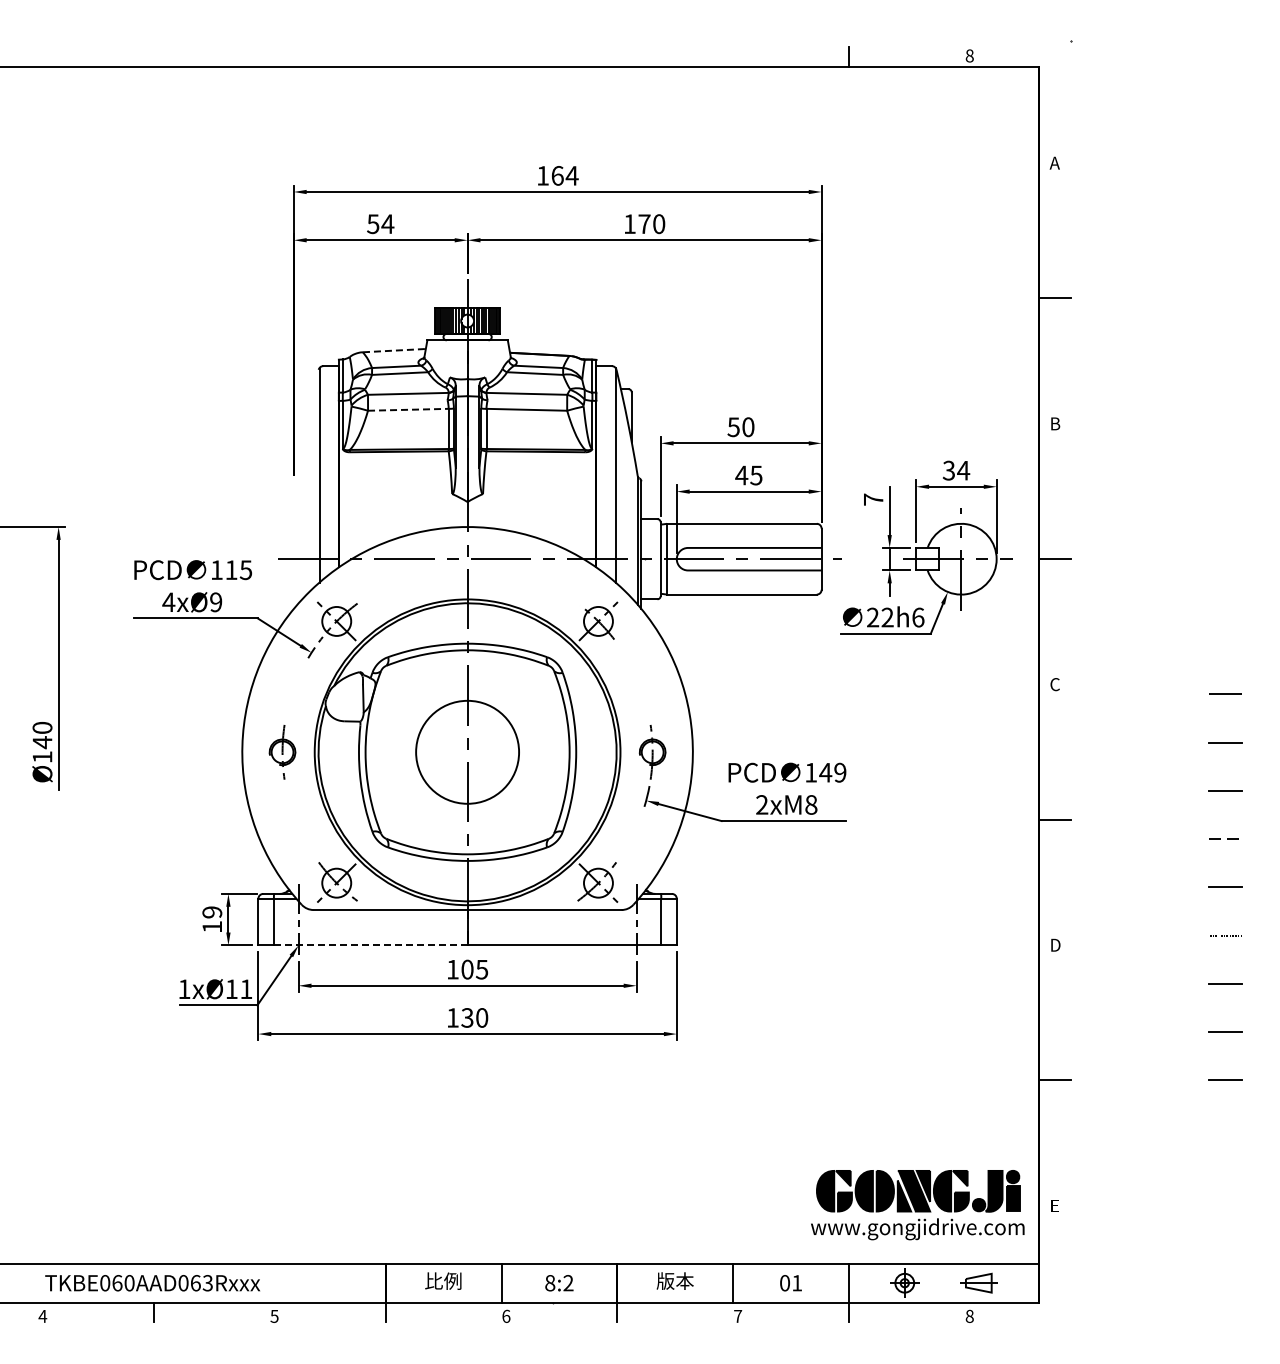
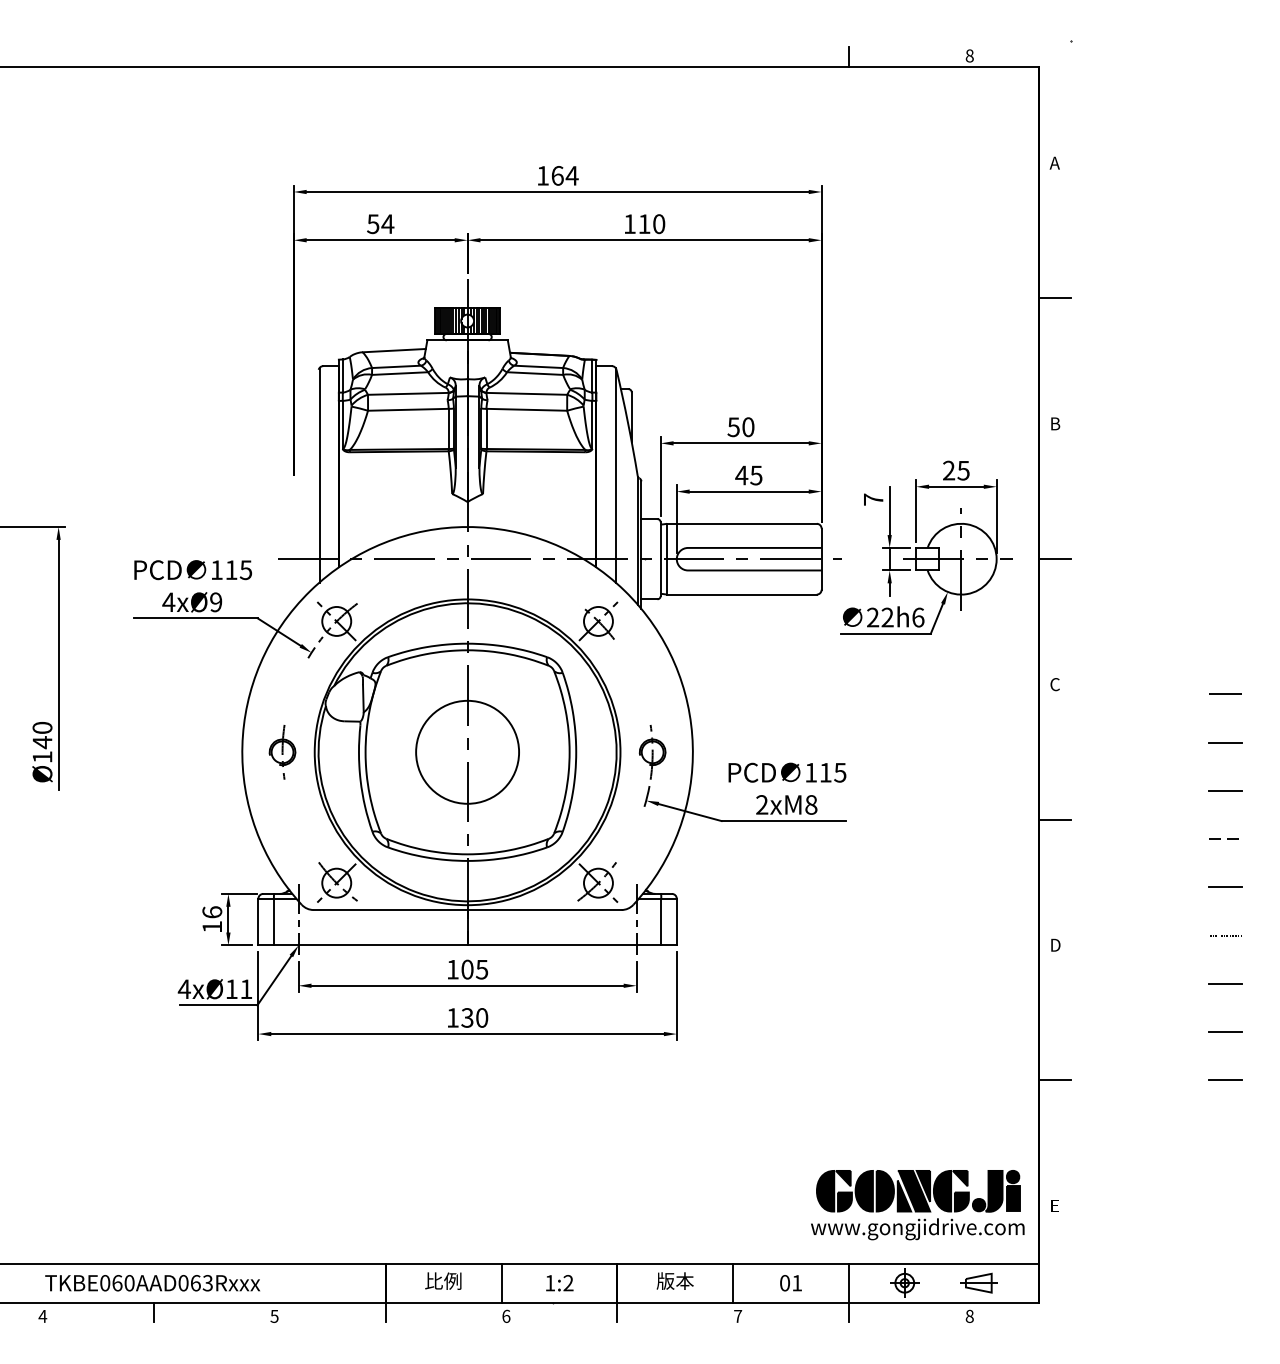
text at (644, 223): 170 -> 110
line at (394, 350): dashed -> solid
line at (408, 409): dashed -> solid
text at (956, 470): 34 -> 25
text at (832, 772): 149 -> 115
text at (212, 912): 19 -> 16
line at (370, 945): dashed -> solid
text at (183, 988): 1xØ11 -> 4xØ11
text at (550, 1283): 8:2 -> 1:2
